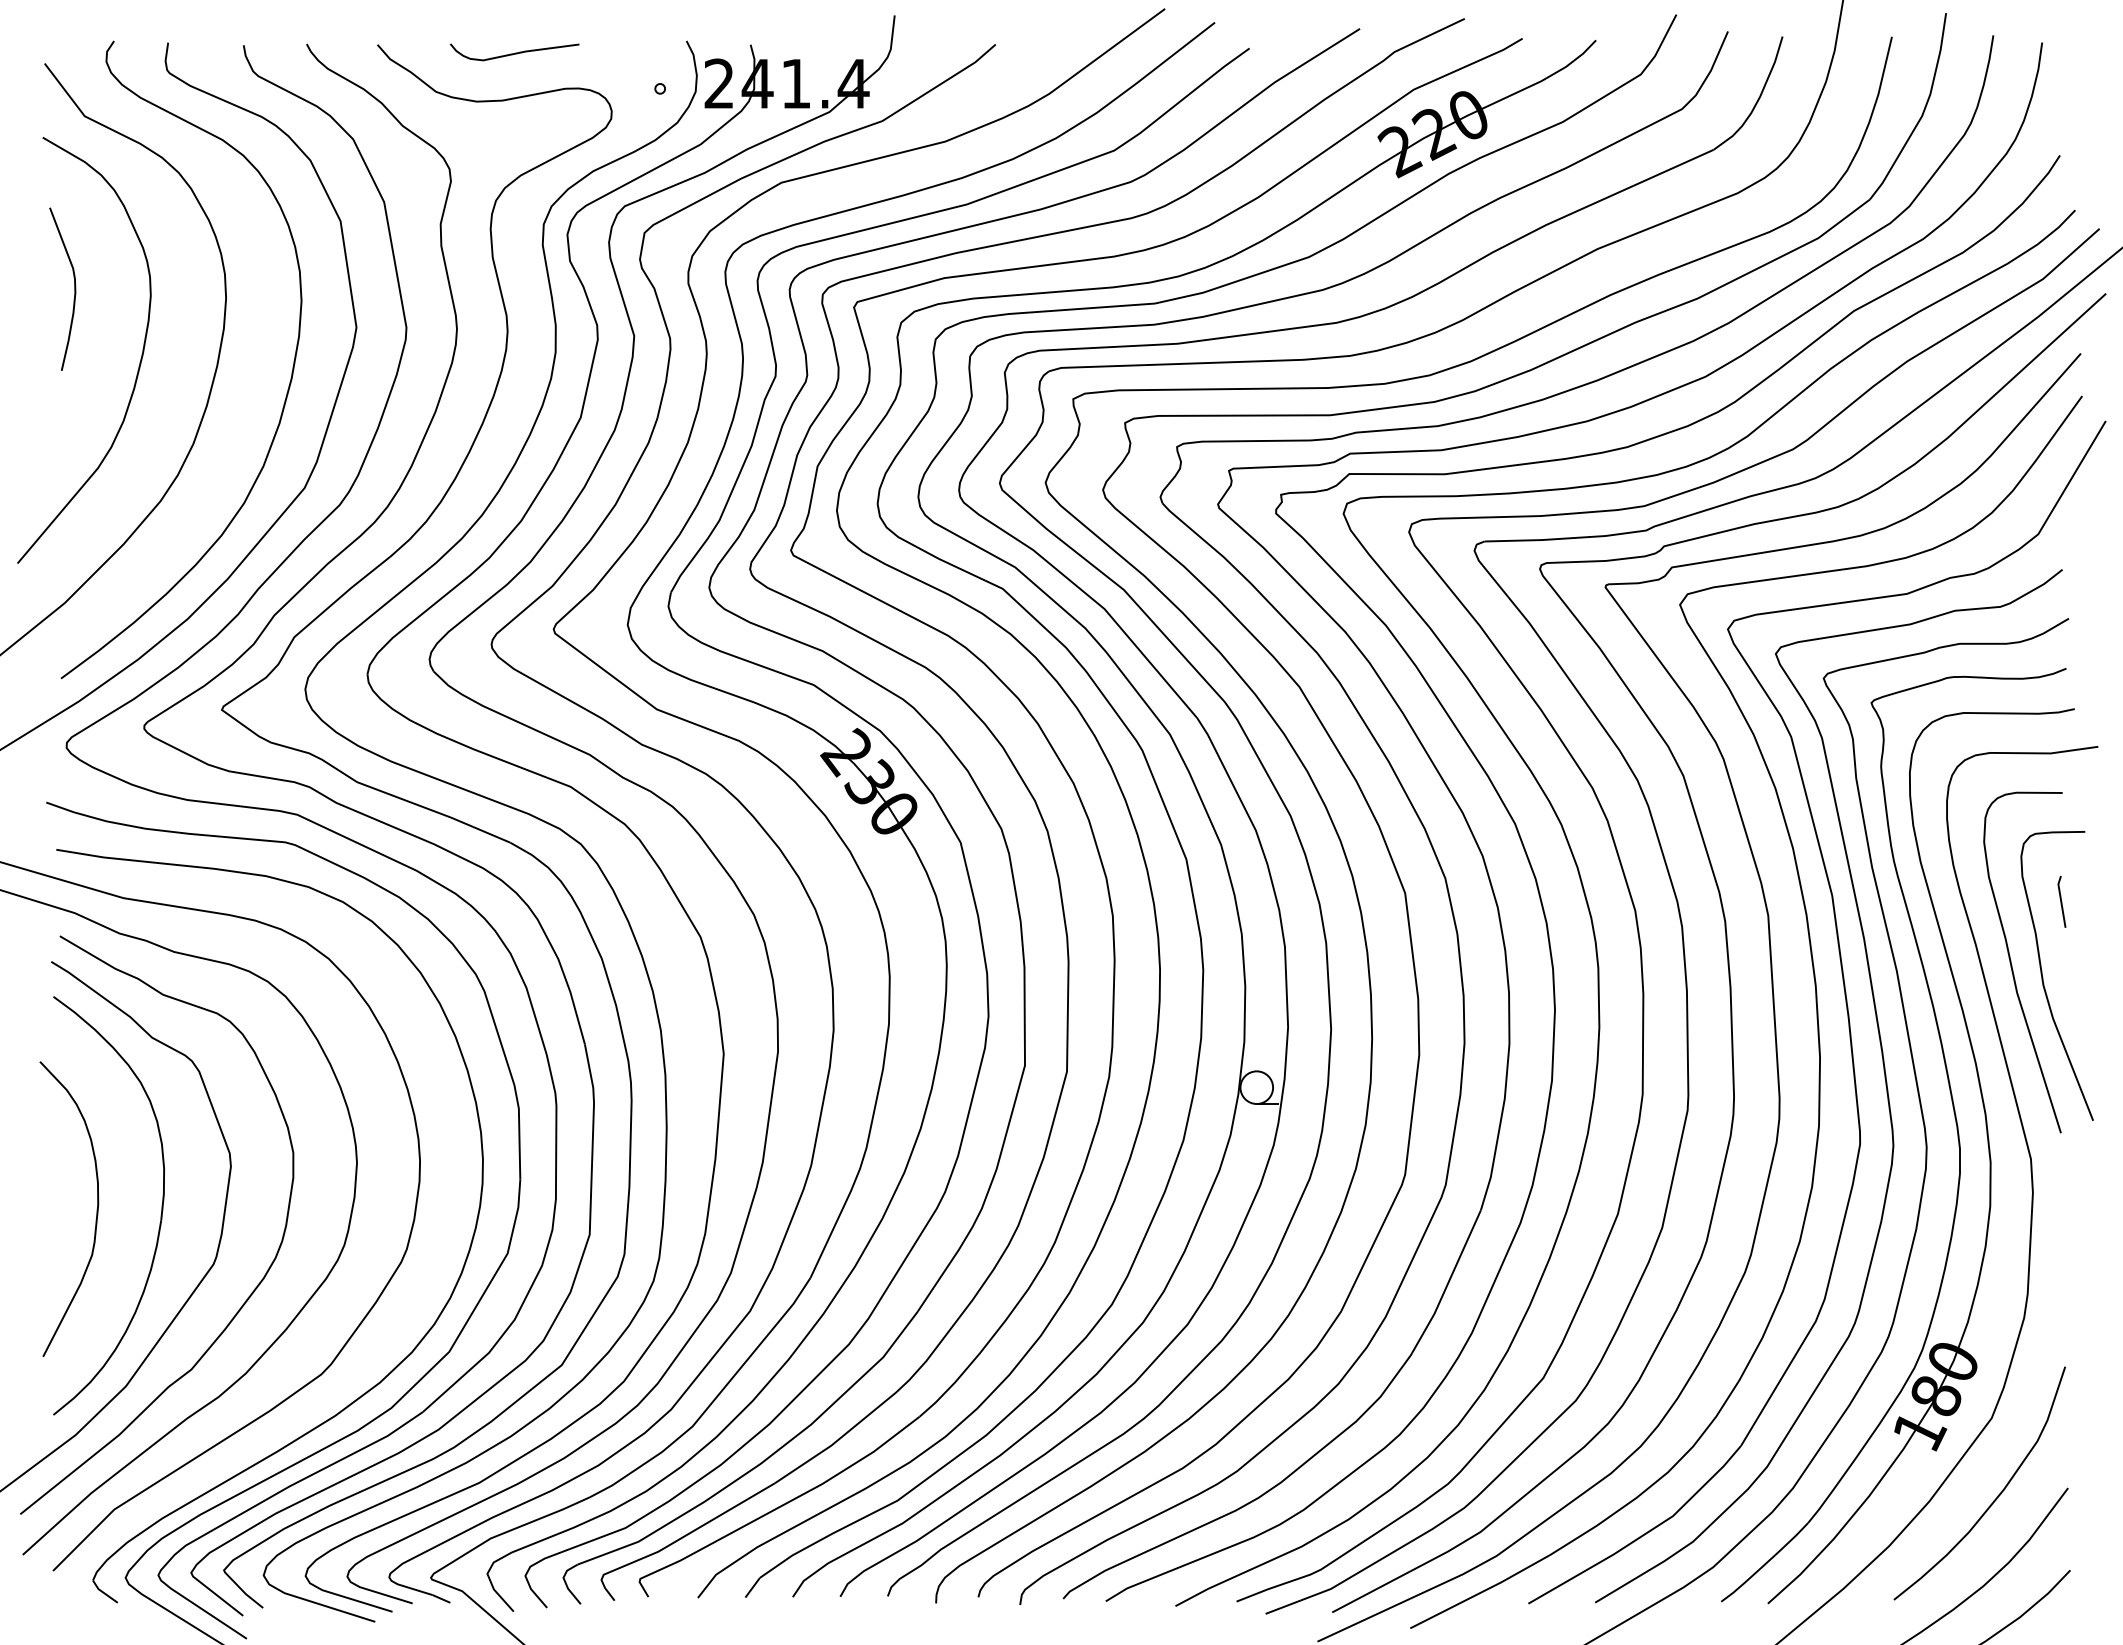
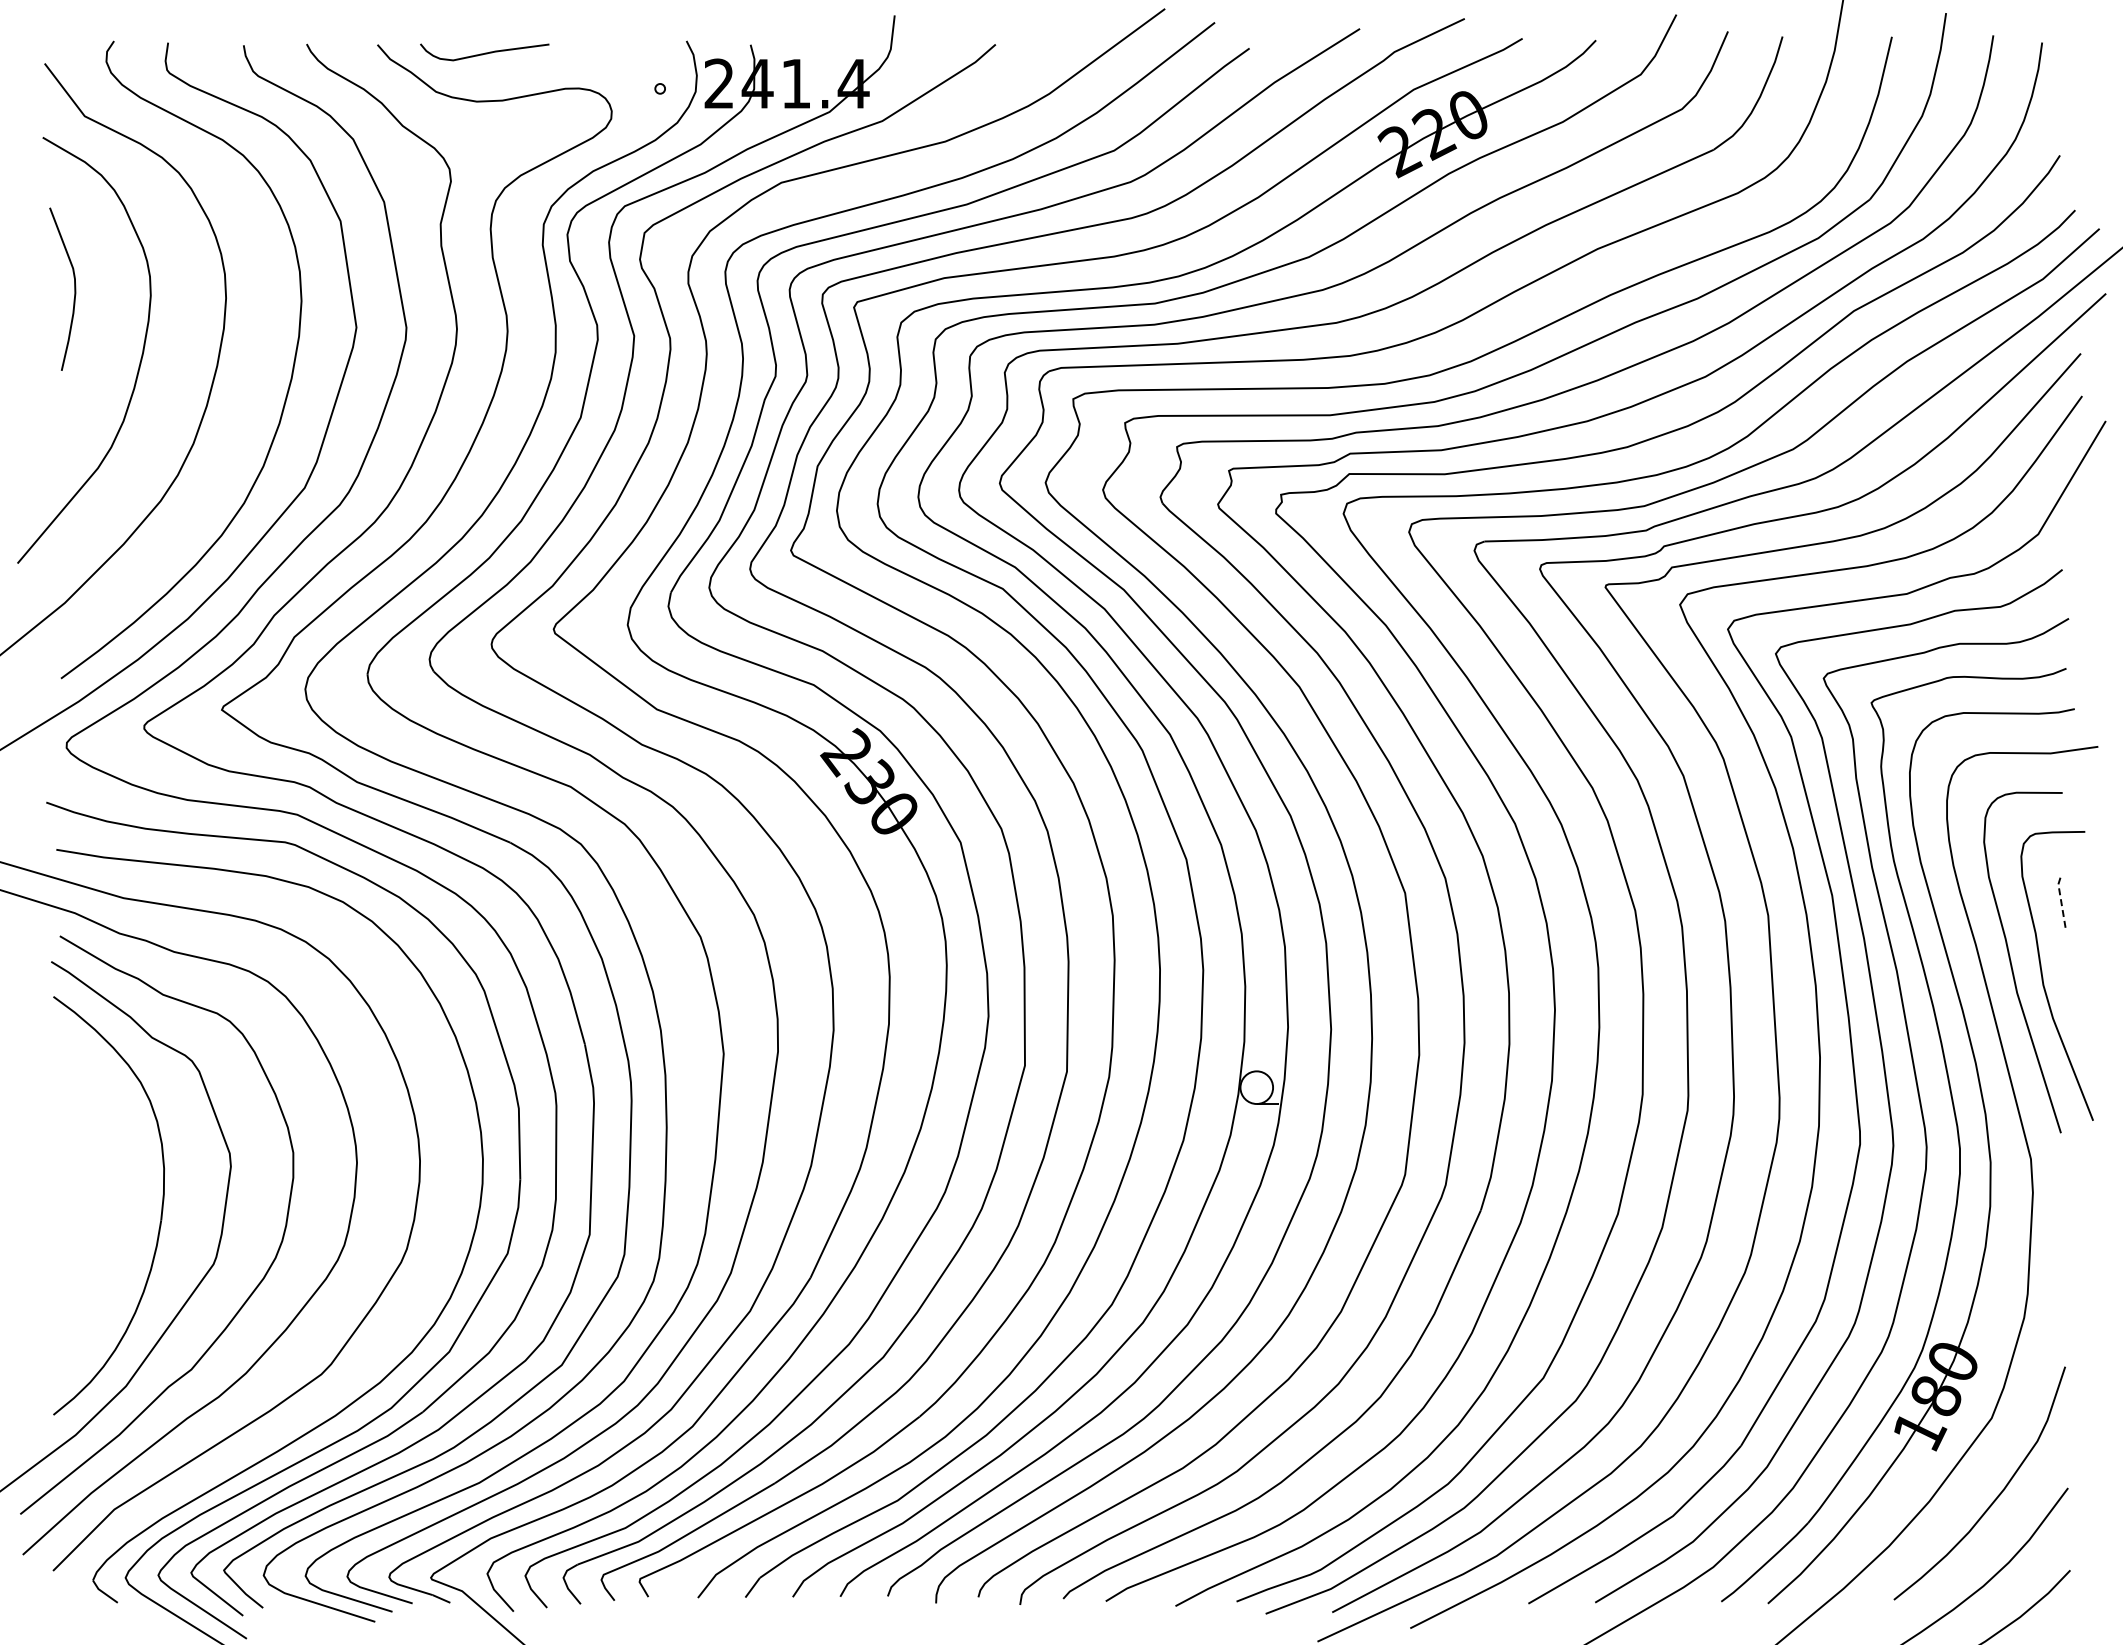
curve at (515, 52) position: (515, 52) -> (485, 52)
line at (2061, 900): solid -> dashed
curve at (96, 1209): present -> none
